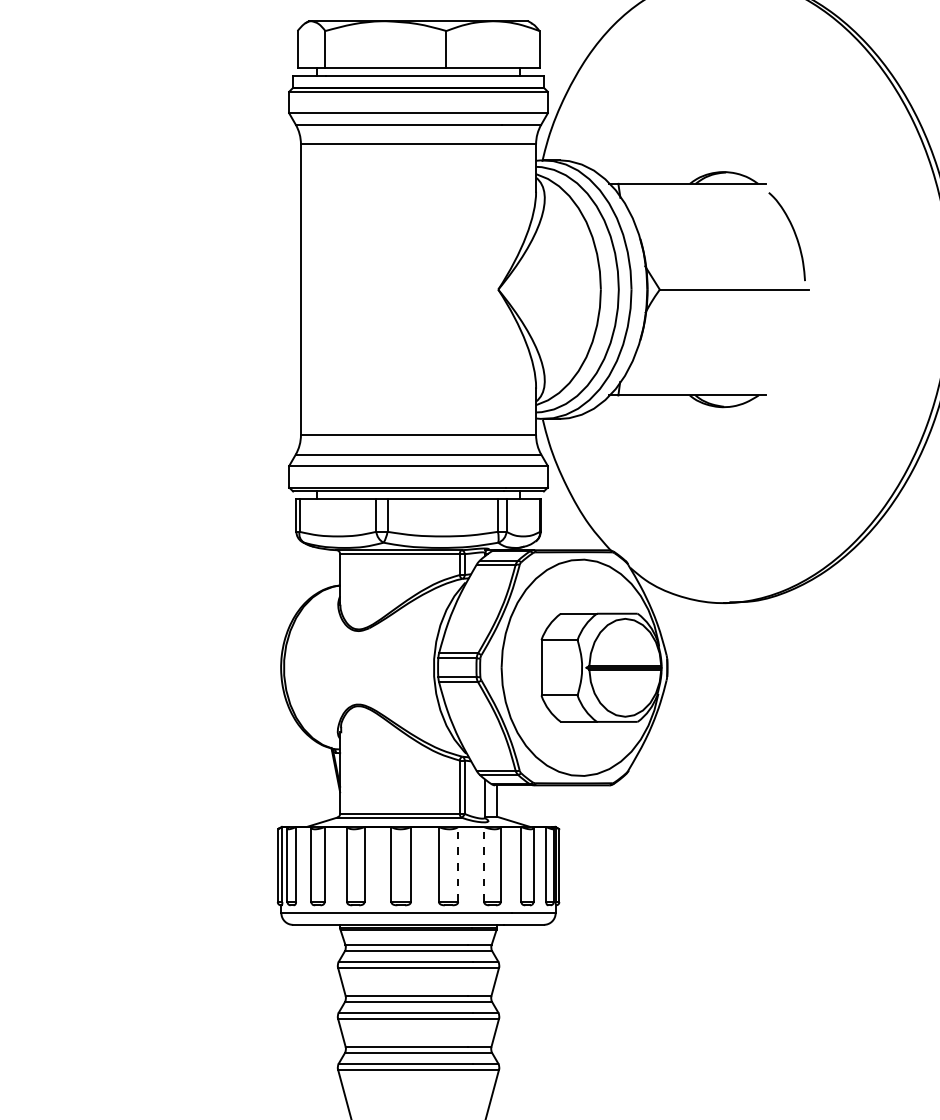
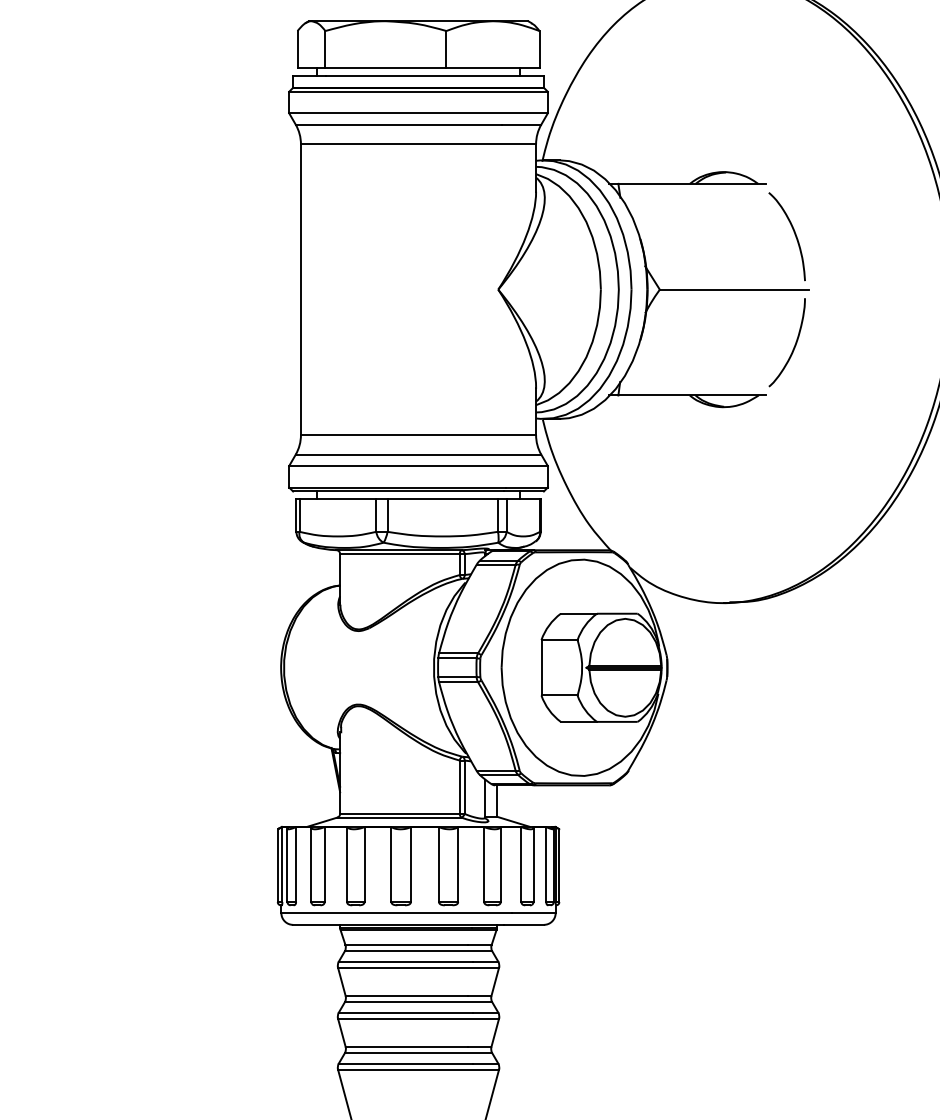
curve at (794, 344): none -> present
line at (458, 864): dashed -> solid
line at (484, 864): dashed -> solid
